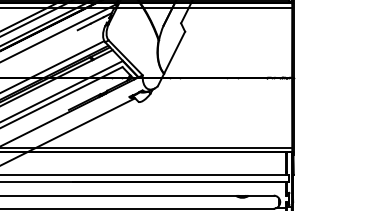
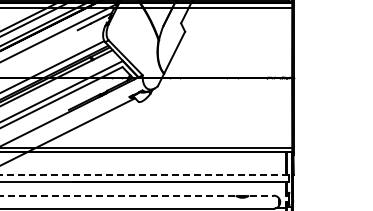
line at (143, 175): solid -> dashed
line at (137, 195): solid -> dashed
